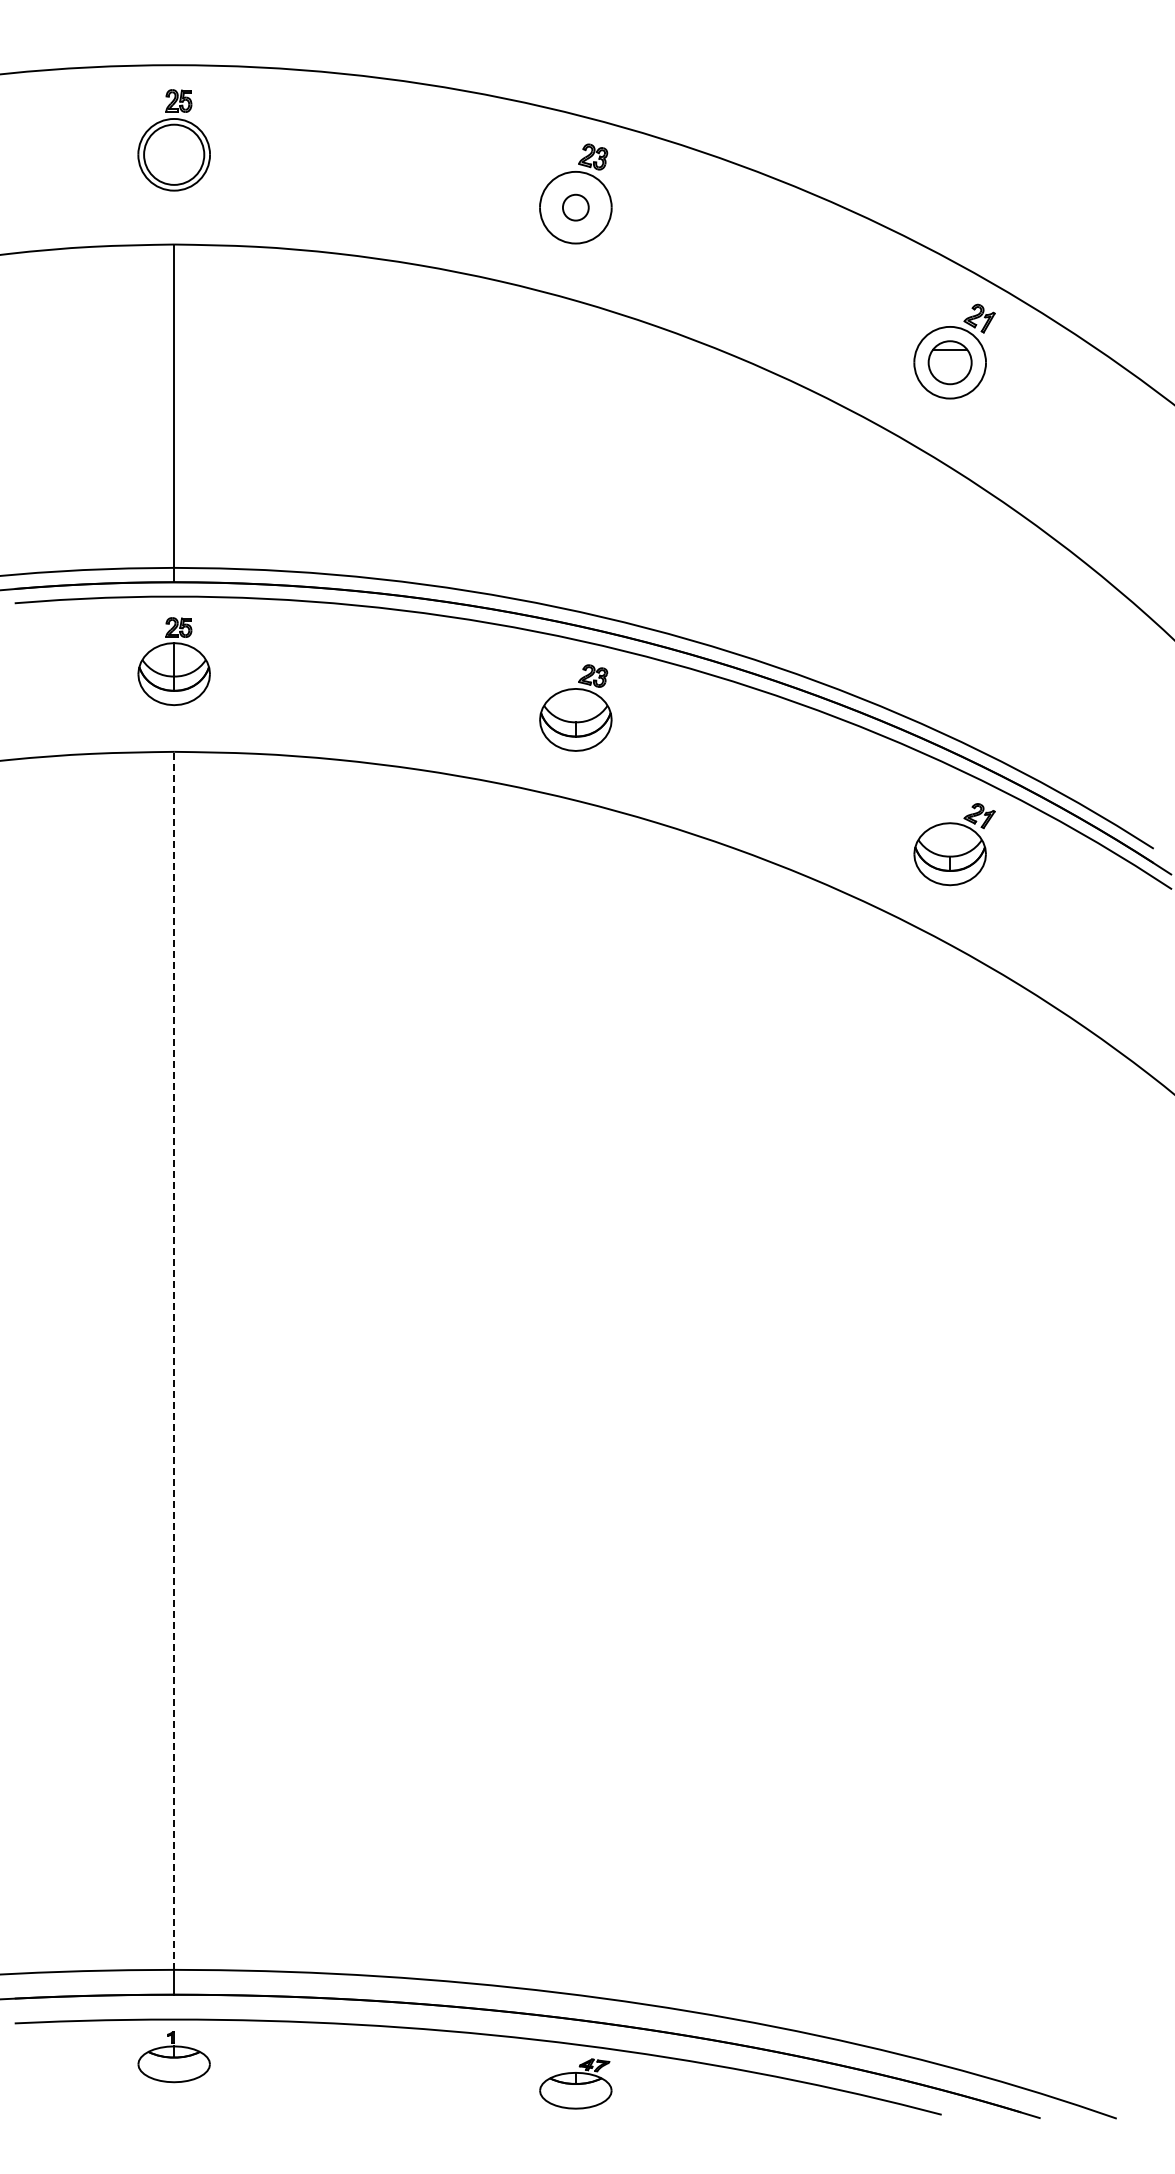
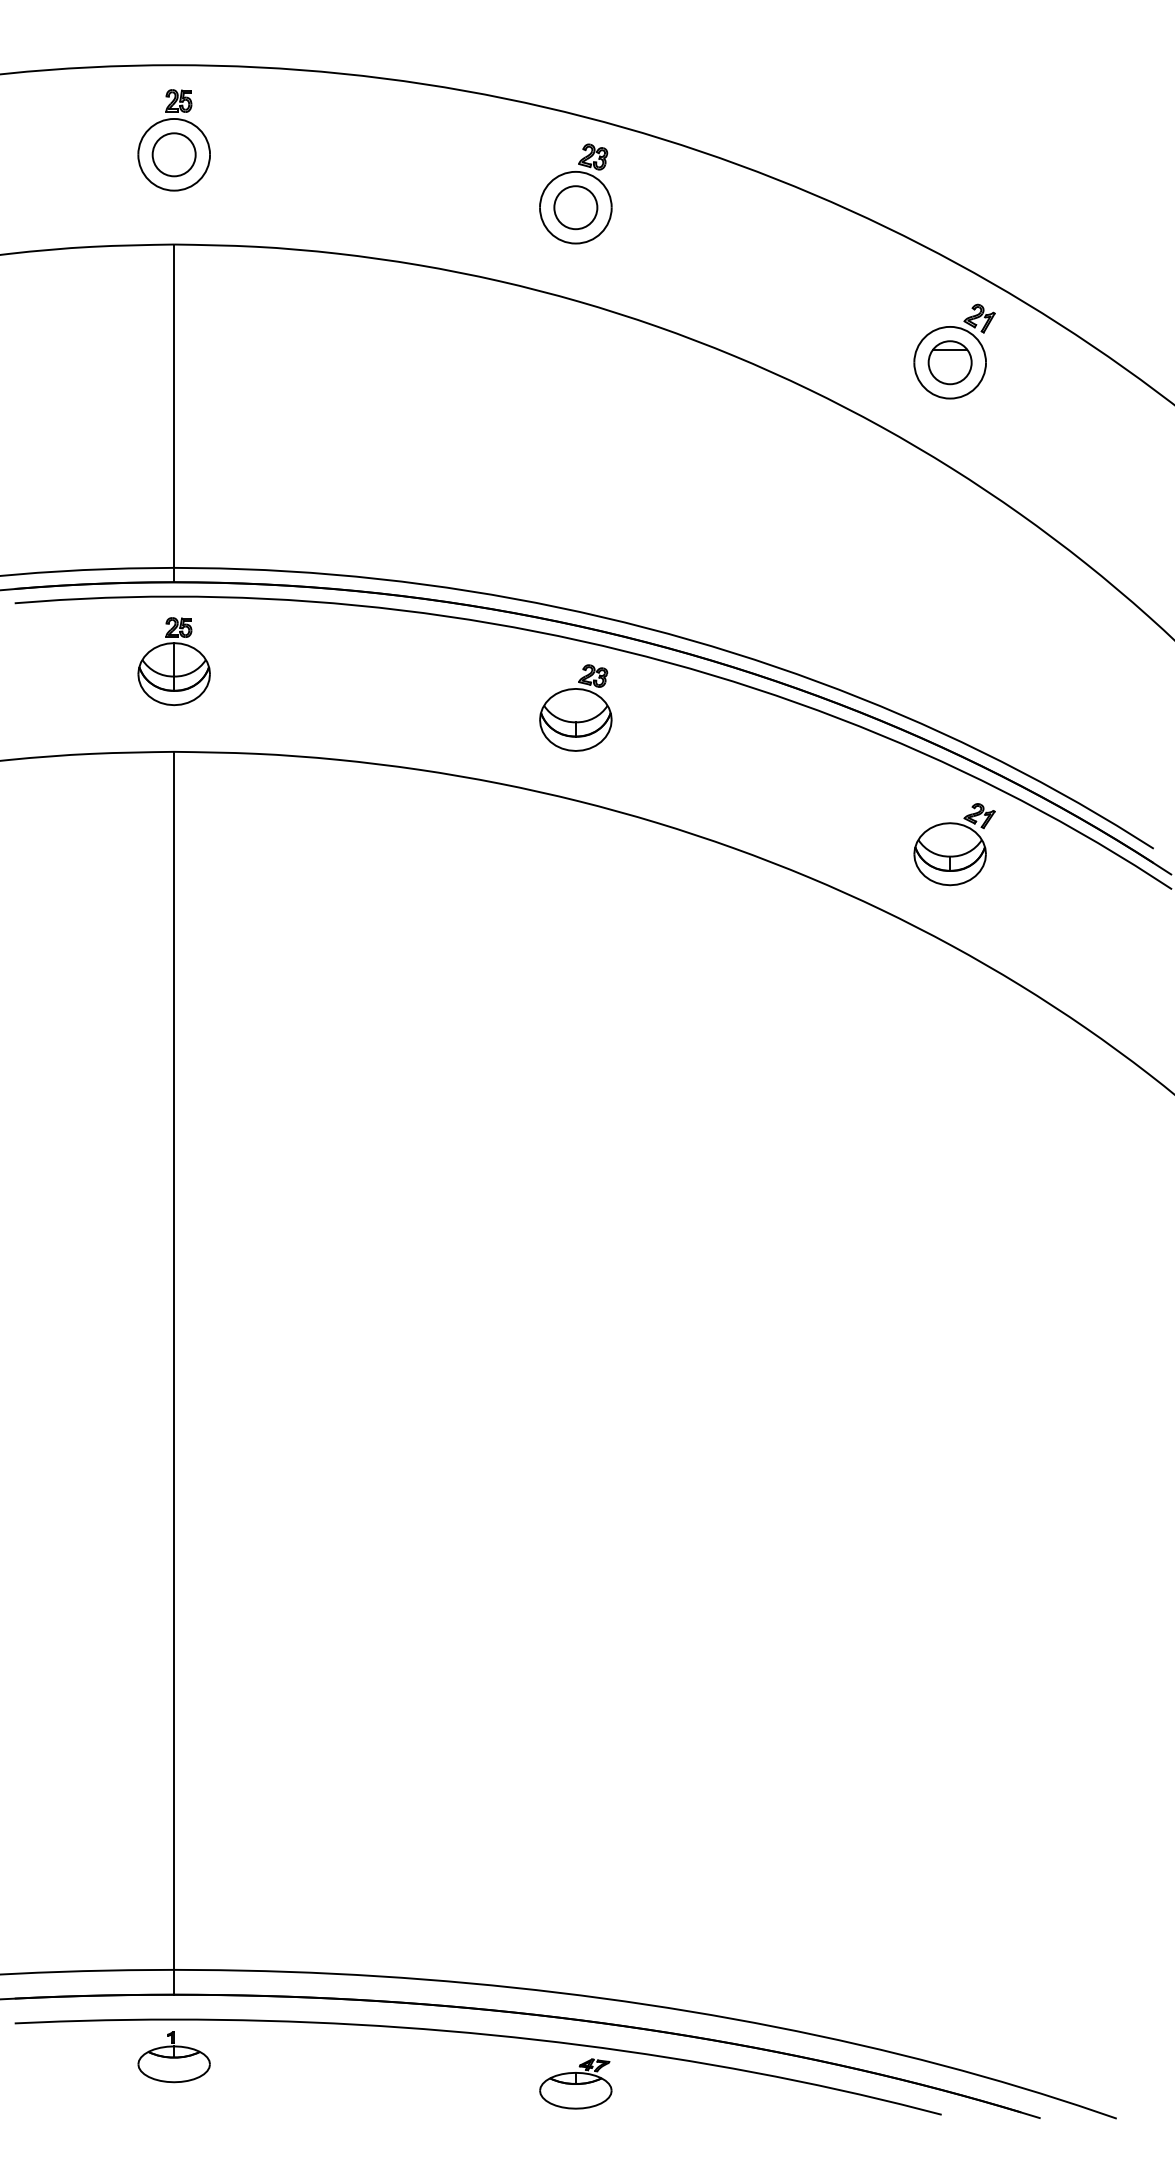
circle at (174, 154) diameter: 60 px -> 43 px
circle at (575, 207) diameter: 26 px -> 43 px
line at (174, 1360): dashed -> solid
